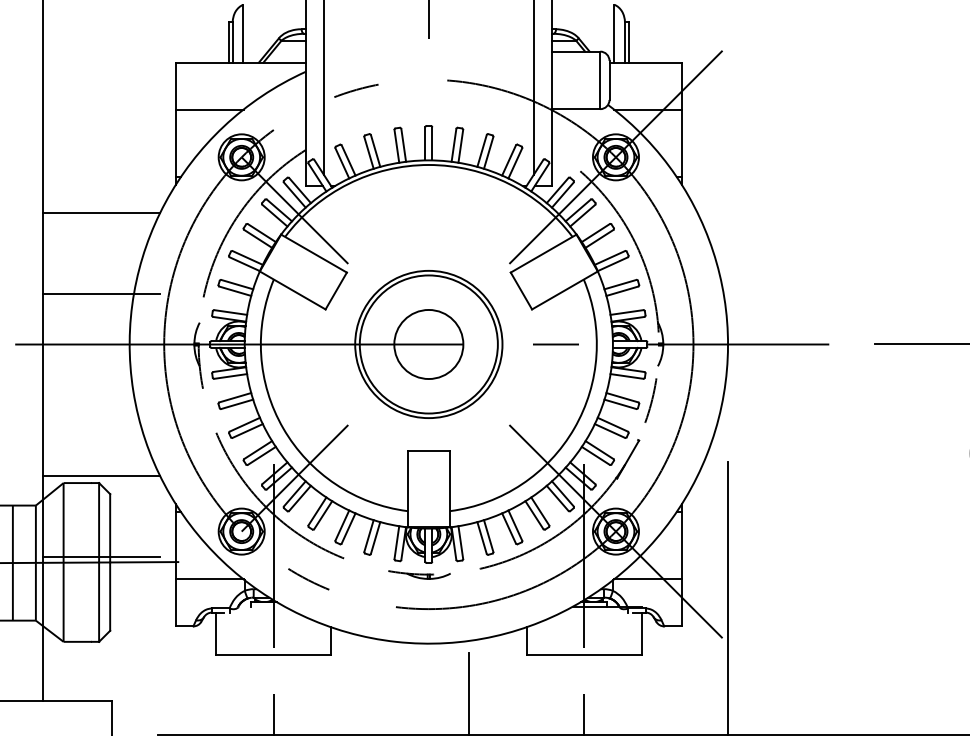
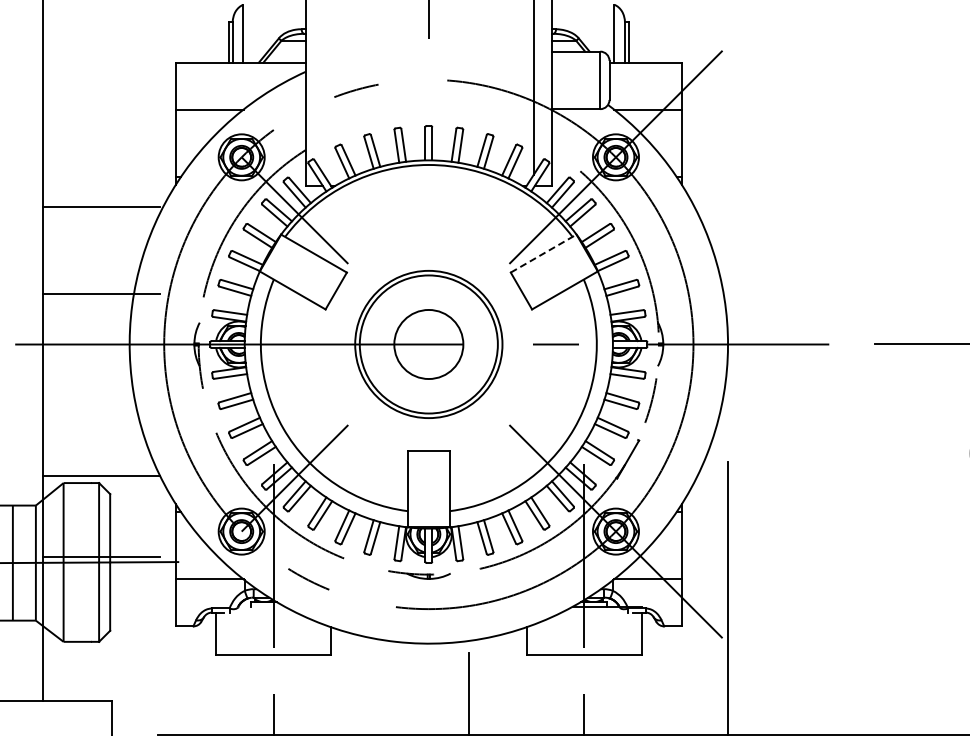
line at (324, 88): present -> none
line at (101, 212) position: (101, 212) -> (101, 206)
line at (543, 253): solid -> dashed
